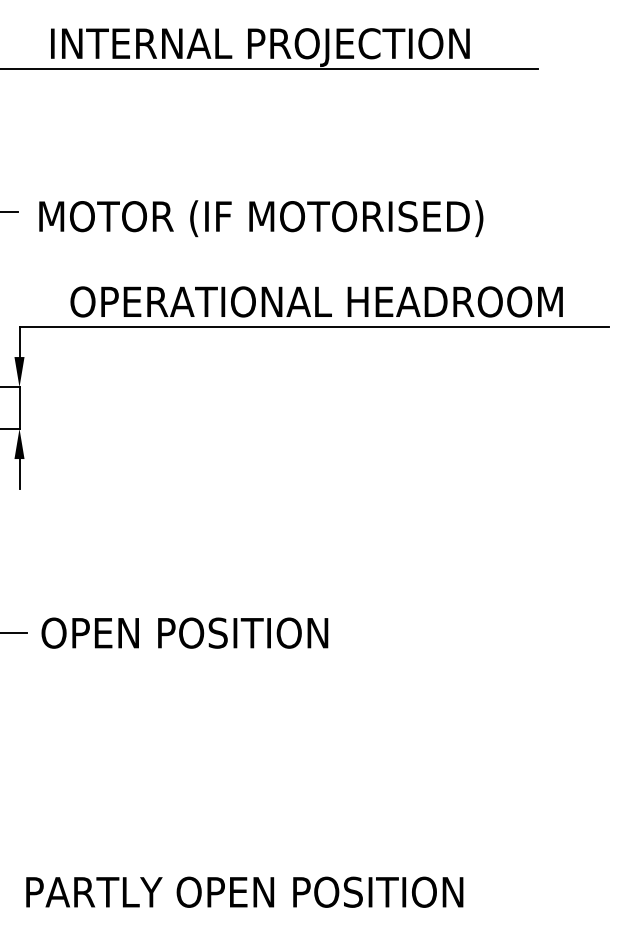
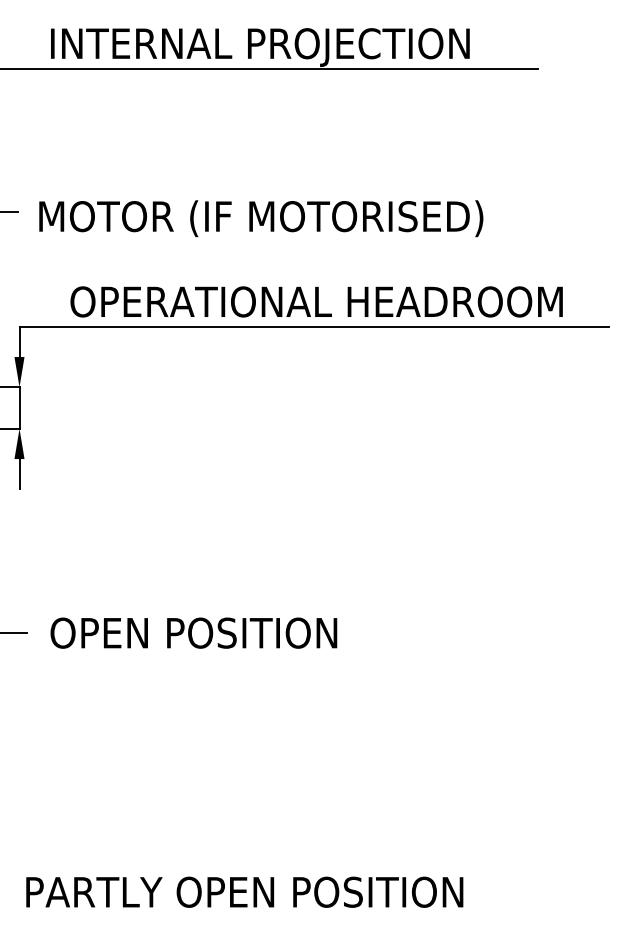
text at (184, 632) position: (184, 632) -> (193, 632)
